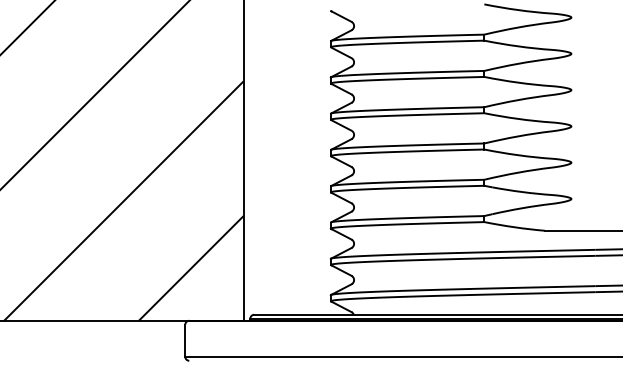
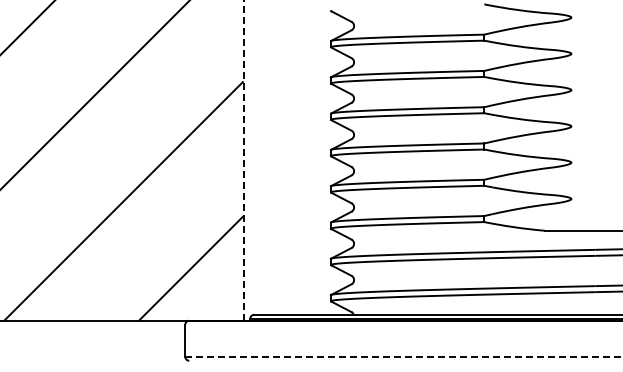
line at (243, 160): solid -> dashed
line at (404, 356): solid -> dashed
